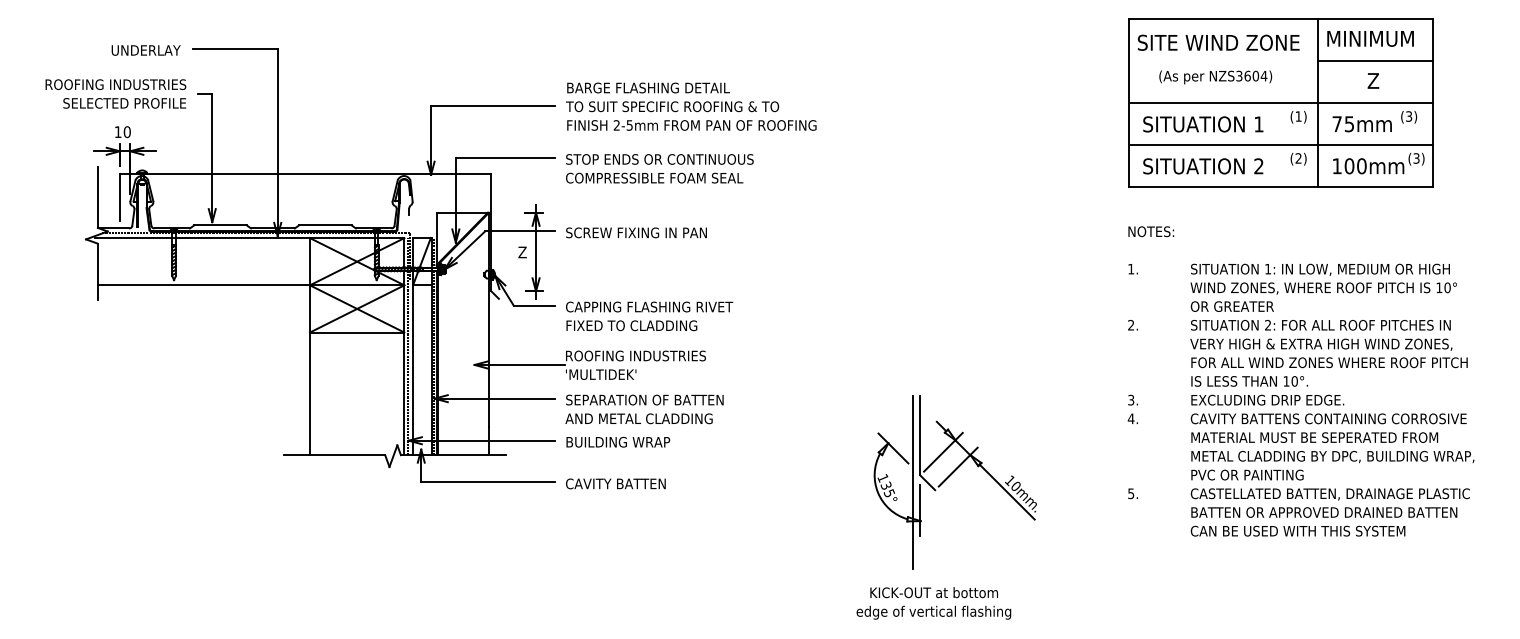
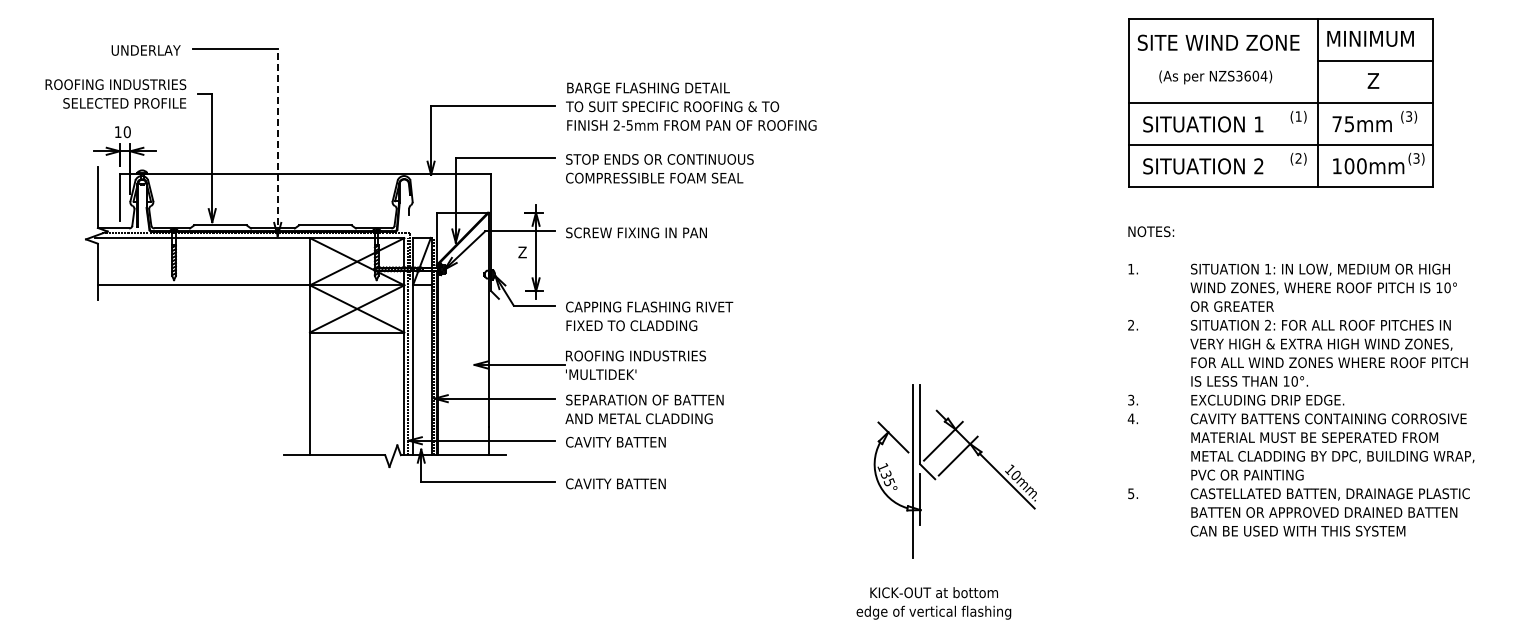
line at (277, 142): solid -> dashed
text at (618, 441): BUILDING WRAP -> CAVITY BATTEN
part at (949, 477) position: (949, 477) -> (949, 466)
